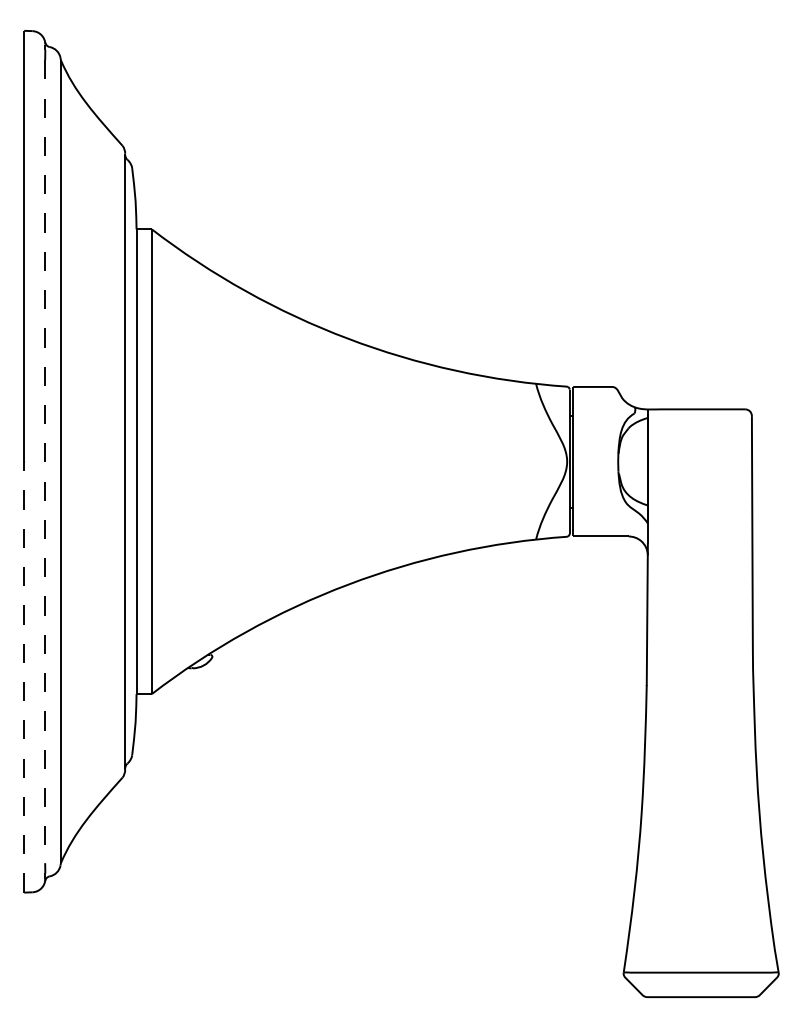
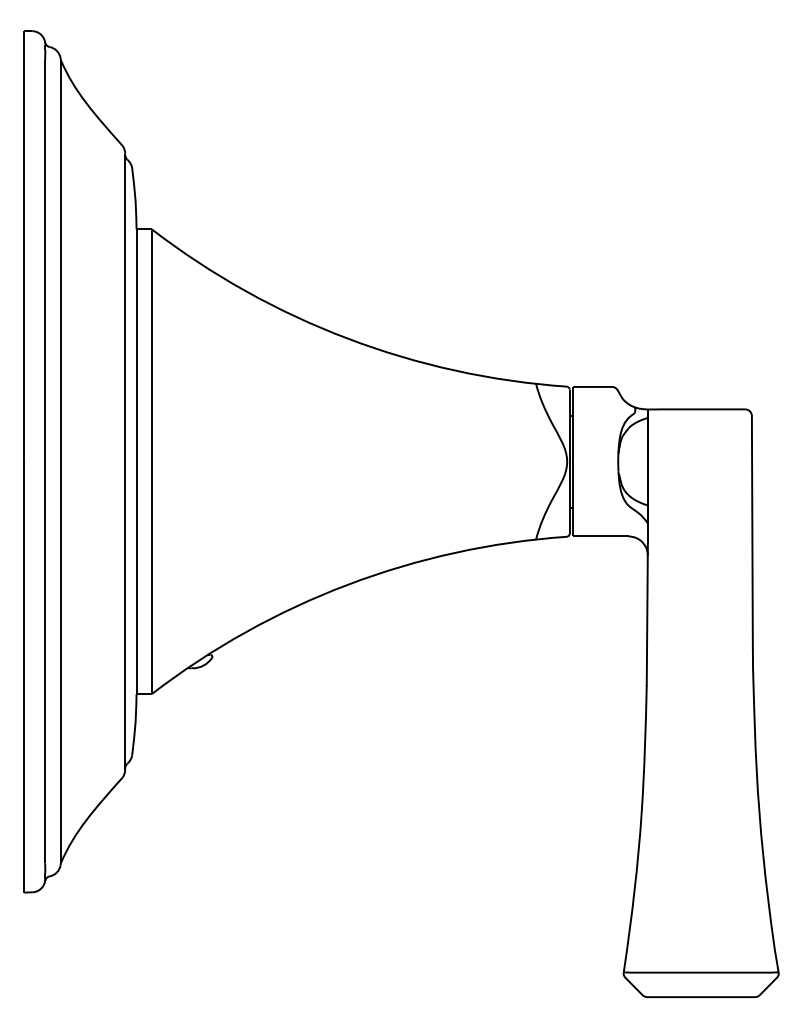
line at (45, 461): dashed -> solid
line at (24, 676): dashed -> solid
